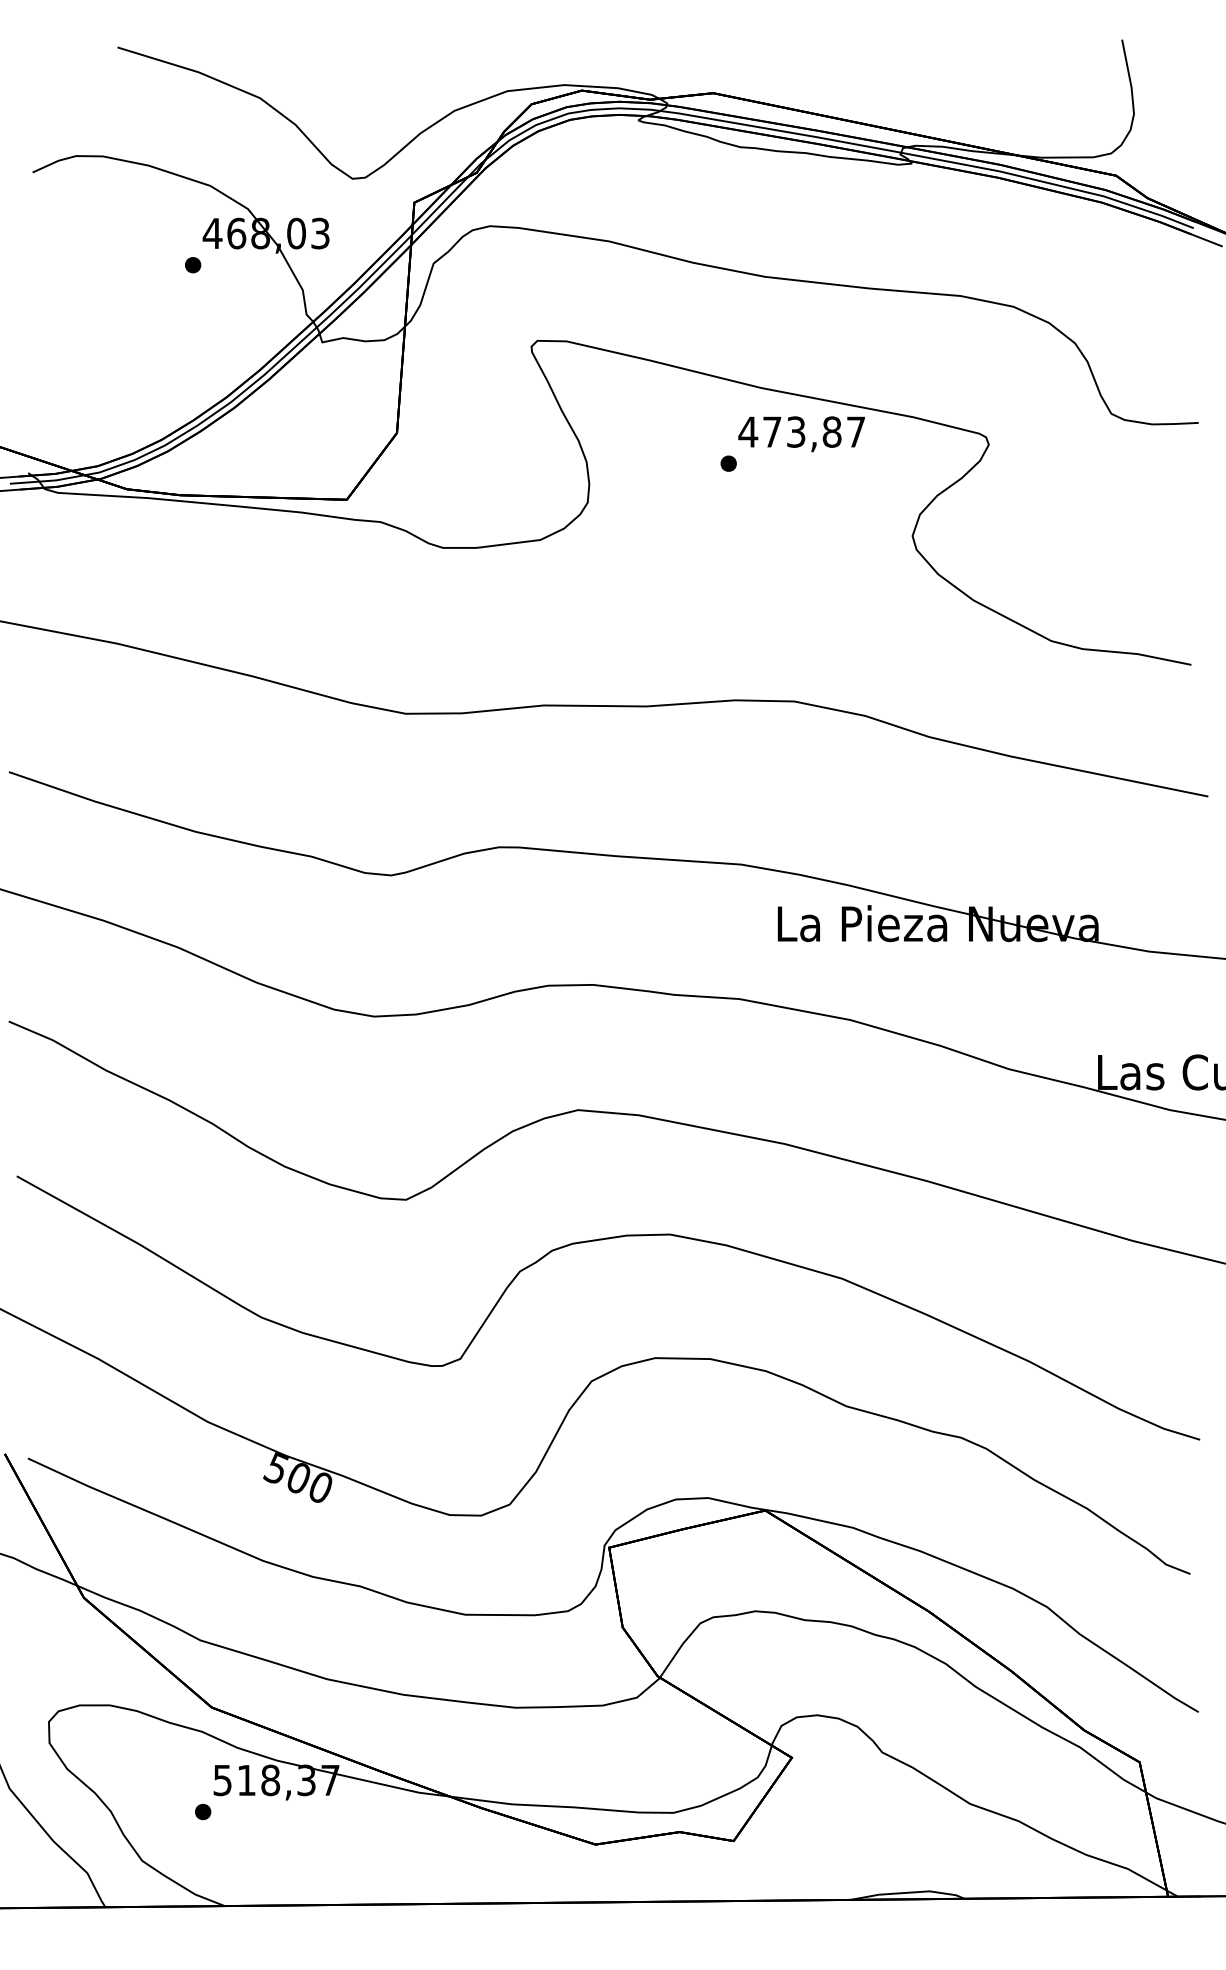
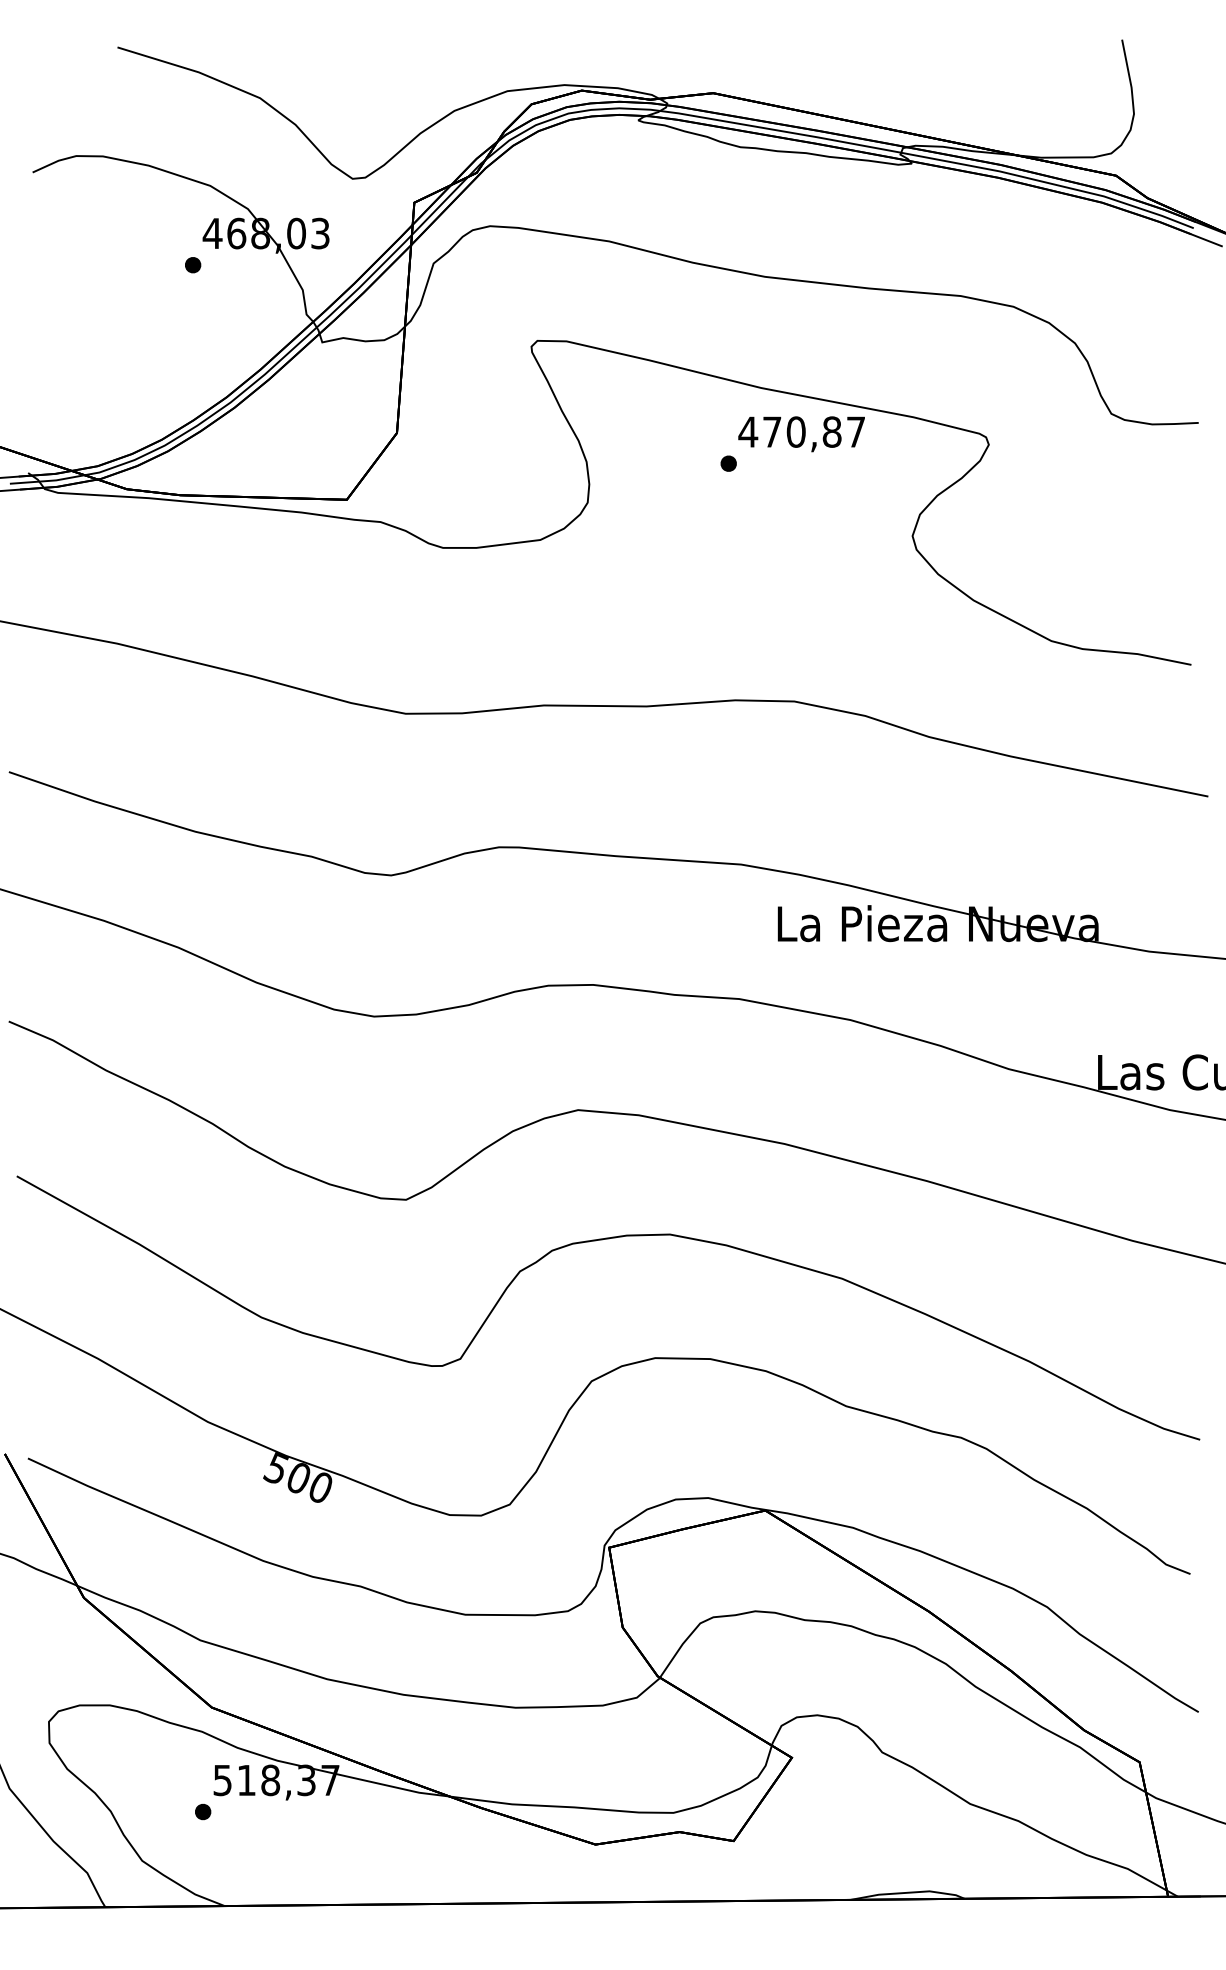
text at (795, 431): 473,87 -> 470,87
